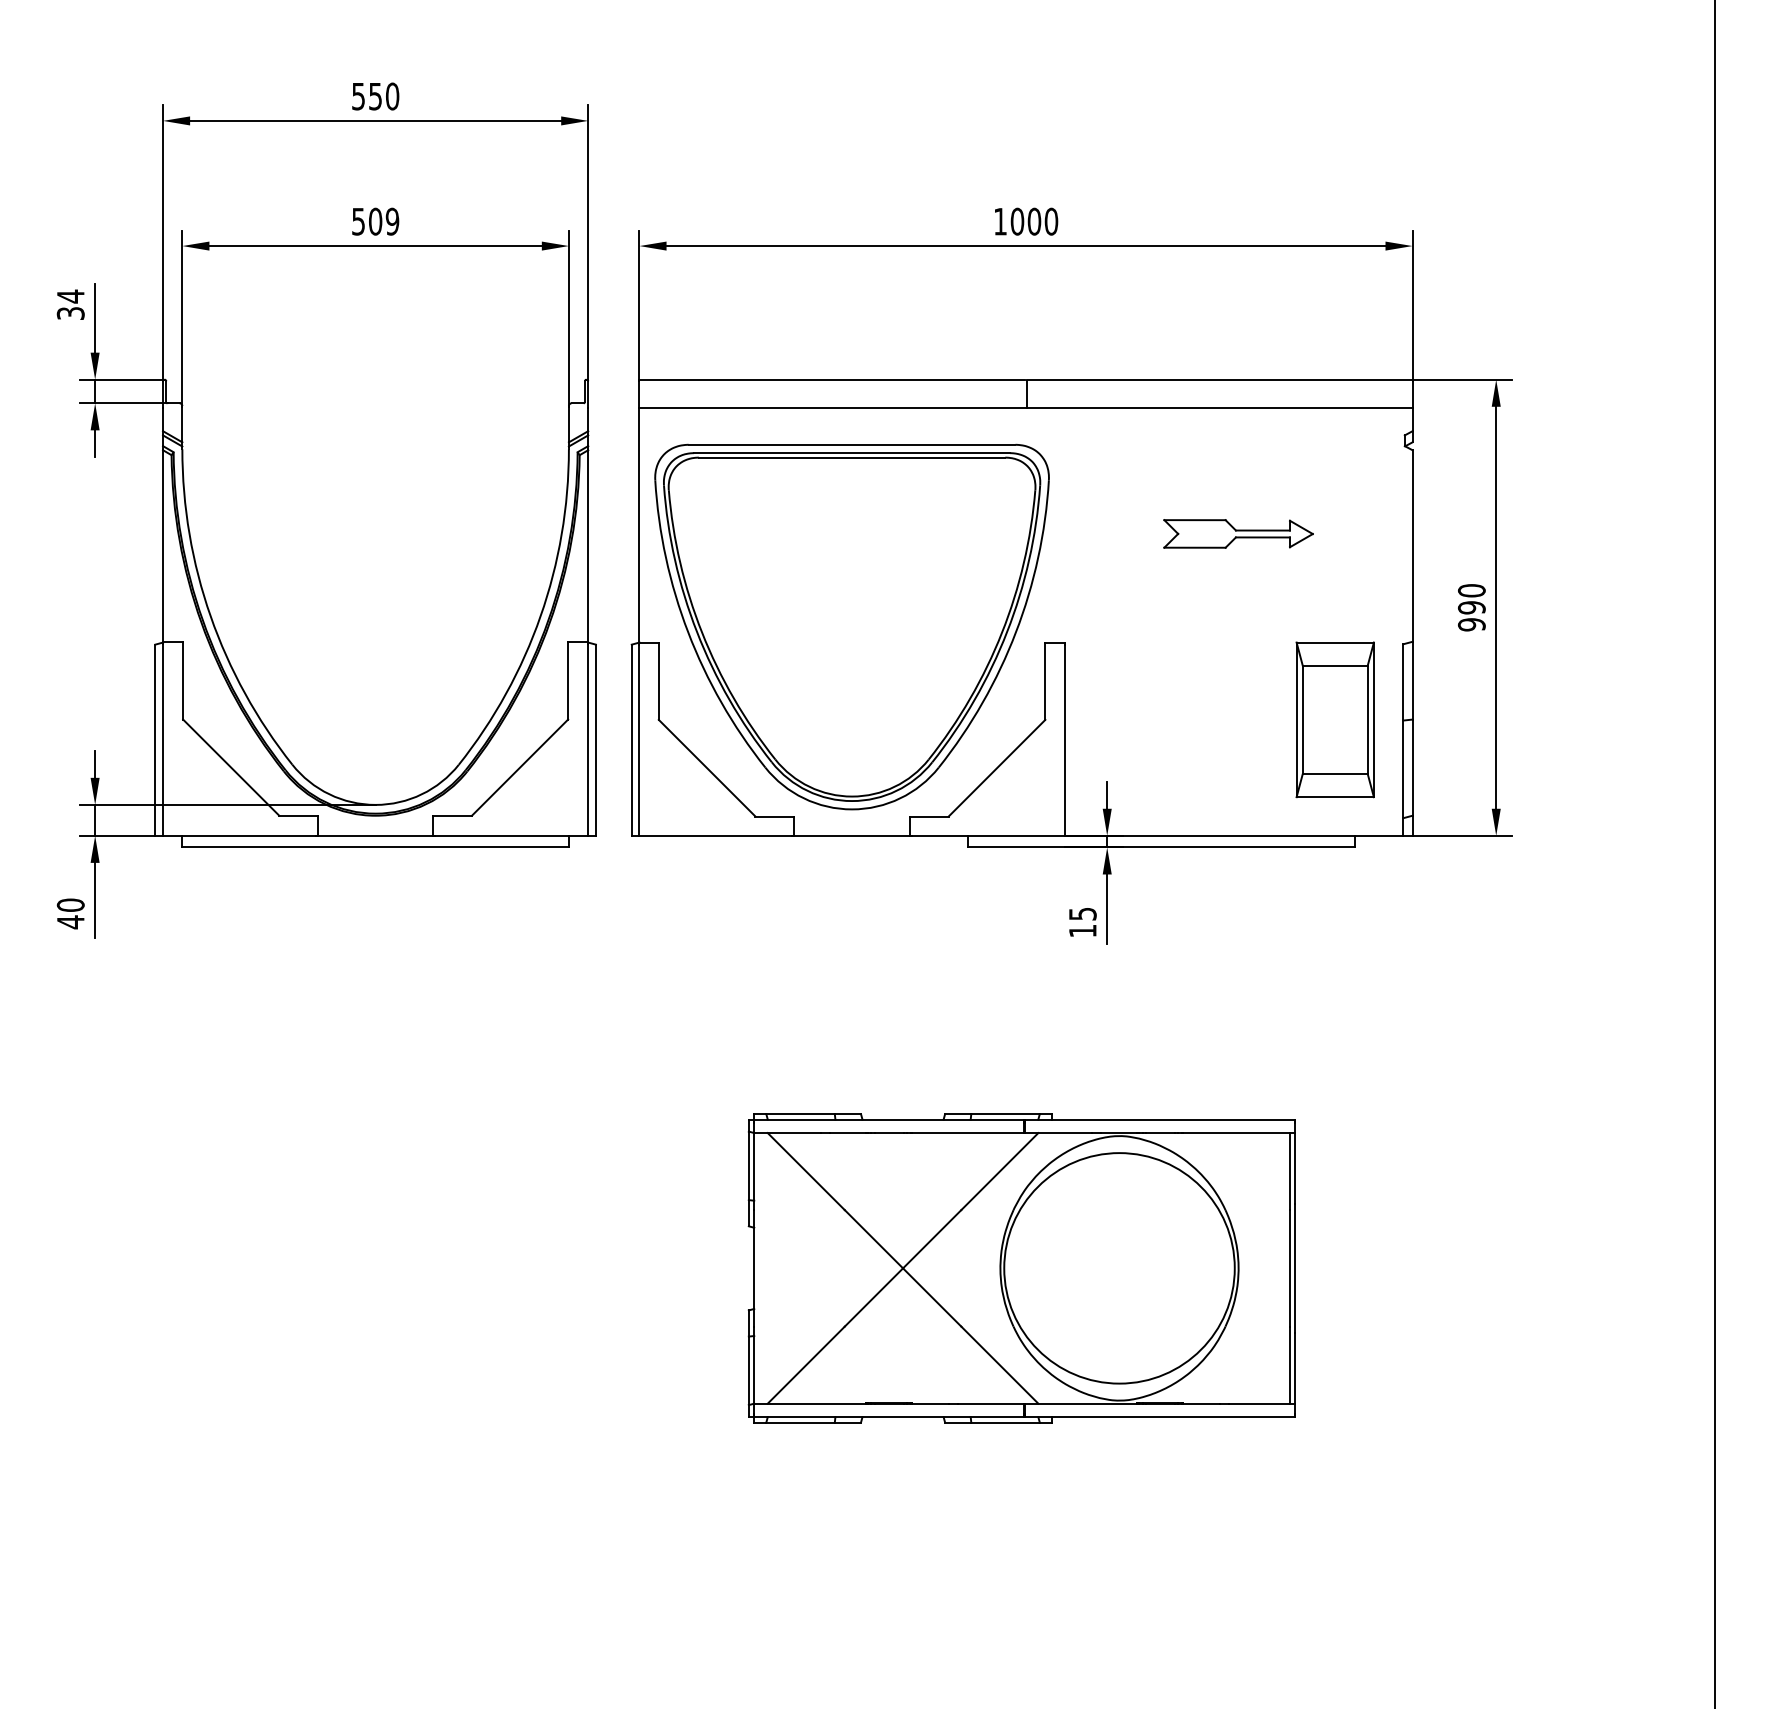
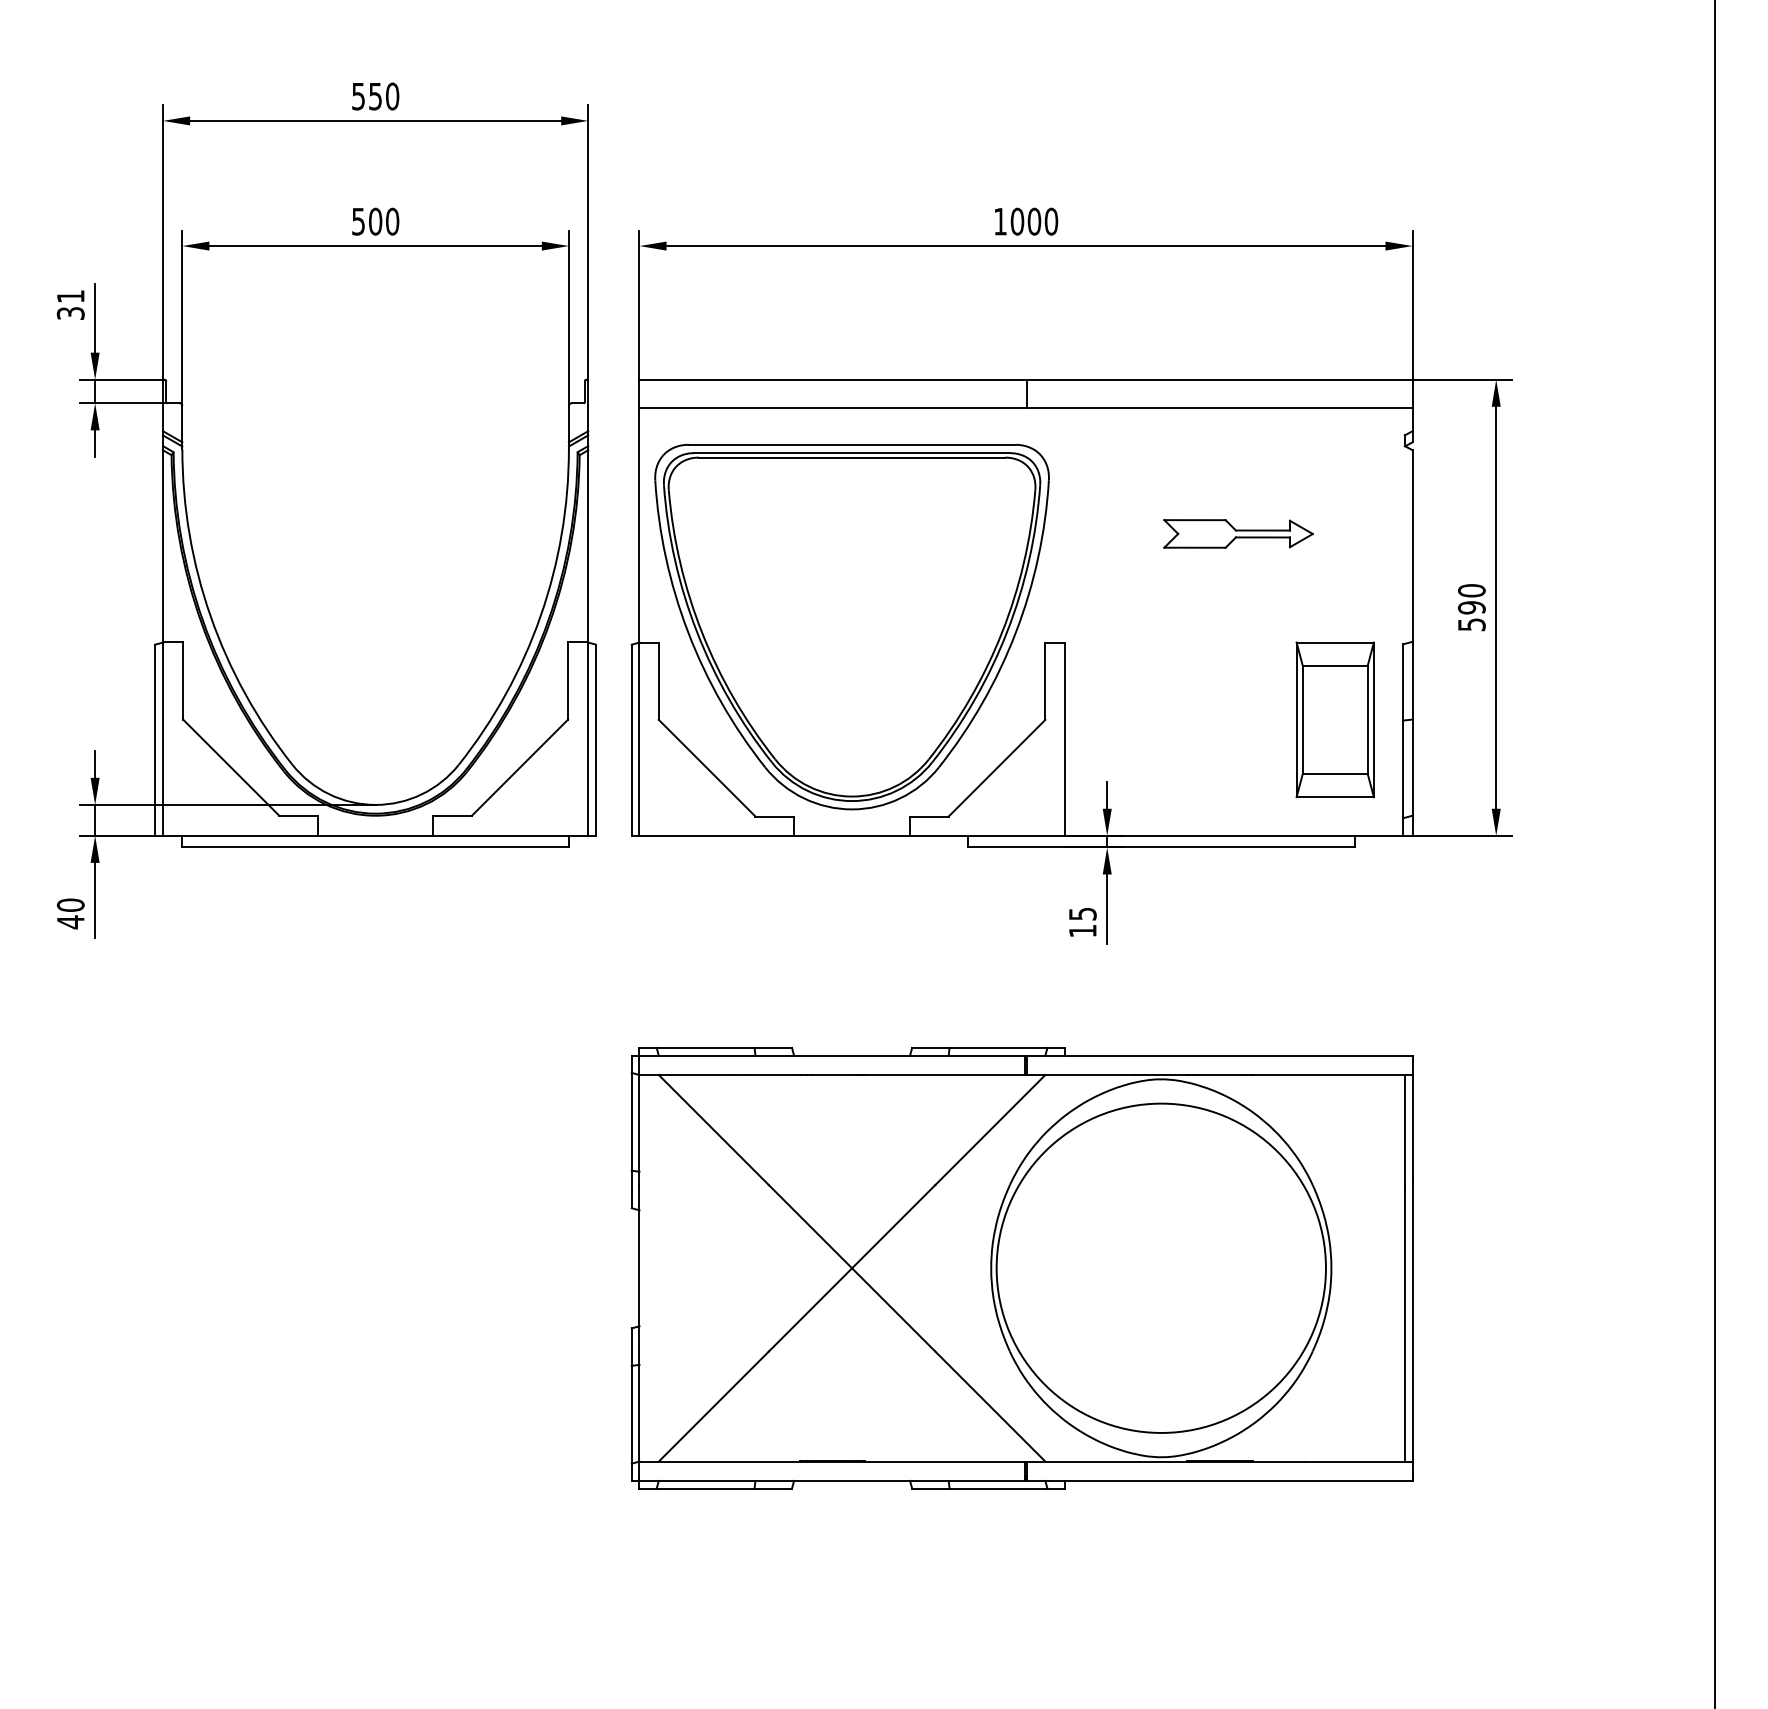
text at (392, 221): 509 -> 500
text at (70, 296): 34 -> 31
text at (1471, 624): 990 -> 590
part at (1021, 1268) size: 549x311 px -> 784x443 px
